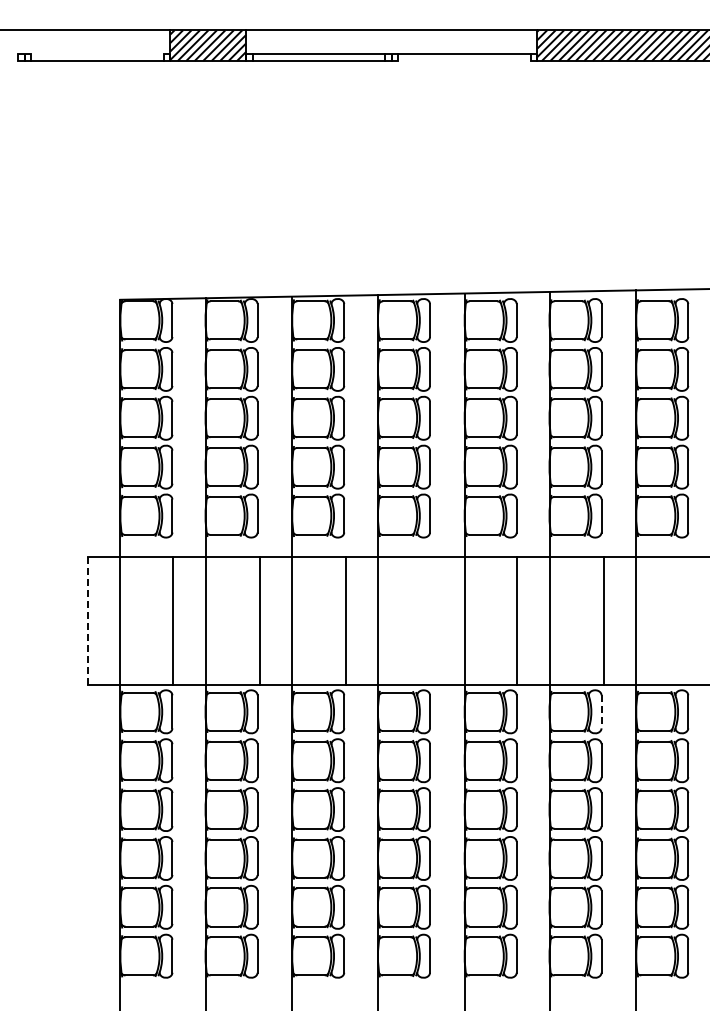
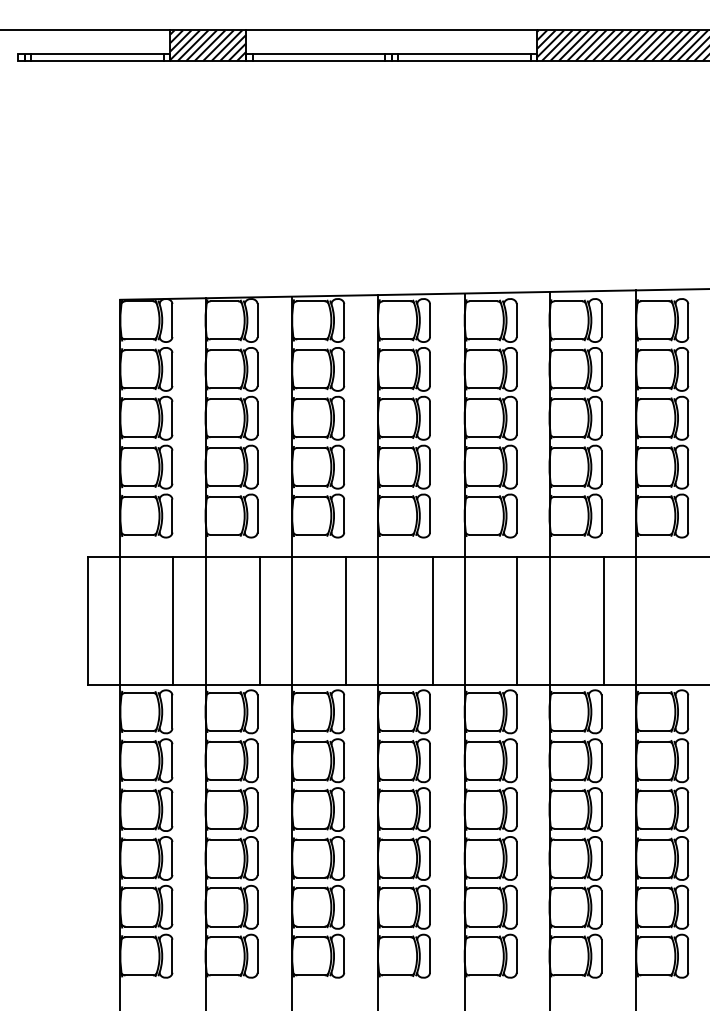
line at (97, 54): none -> present
line at (464, 60): none -> present
line at (88, 621): dashed -> solid
line at (432, 621): none -> present
line at (601, 711): dashed -> solid
